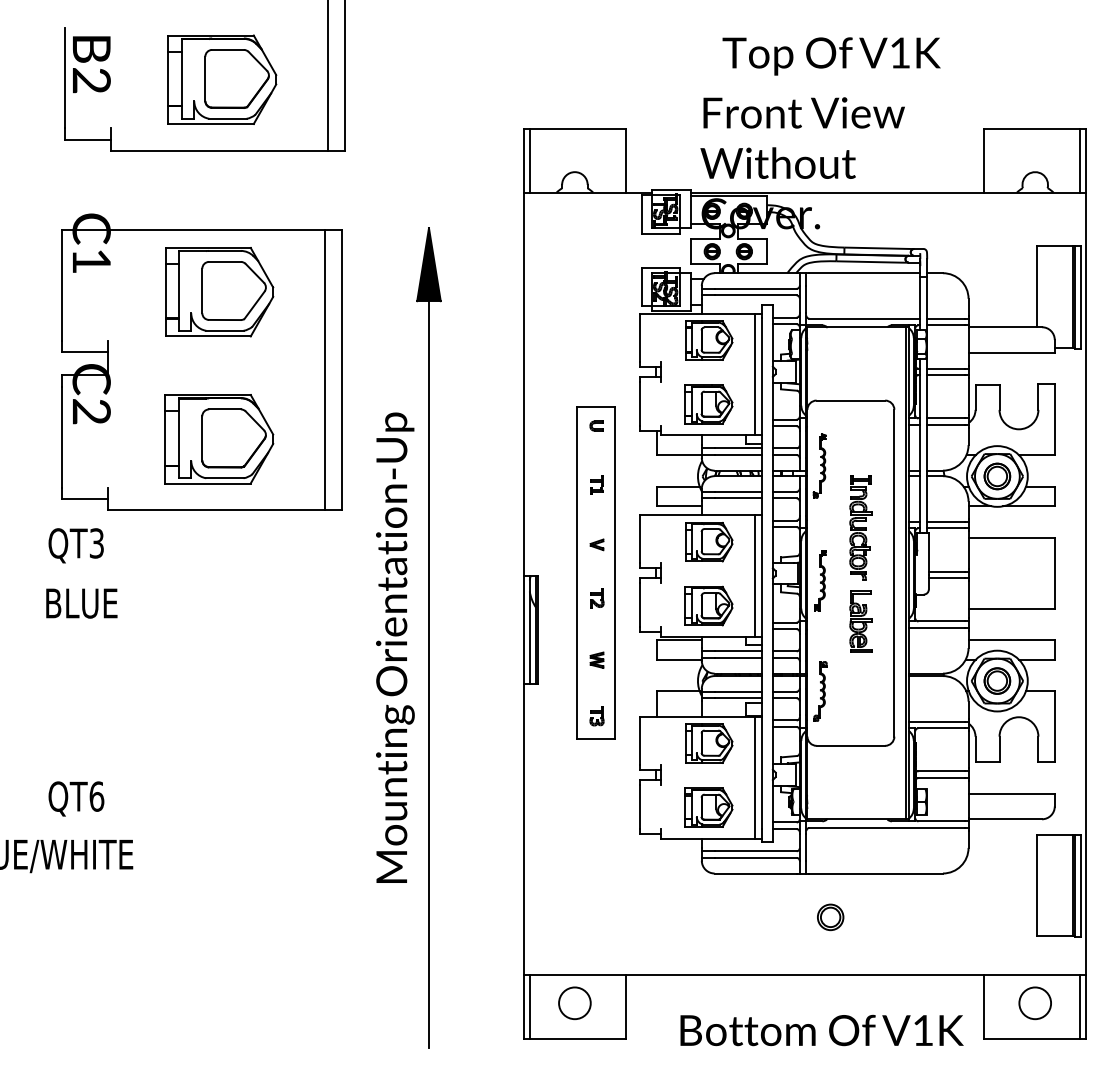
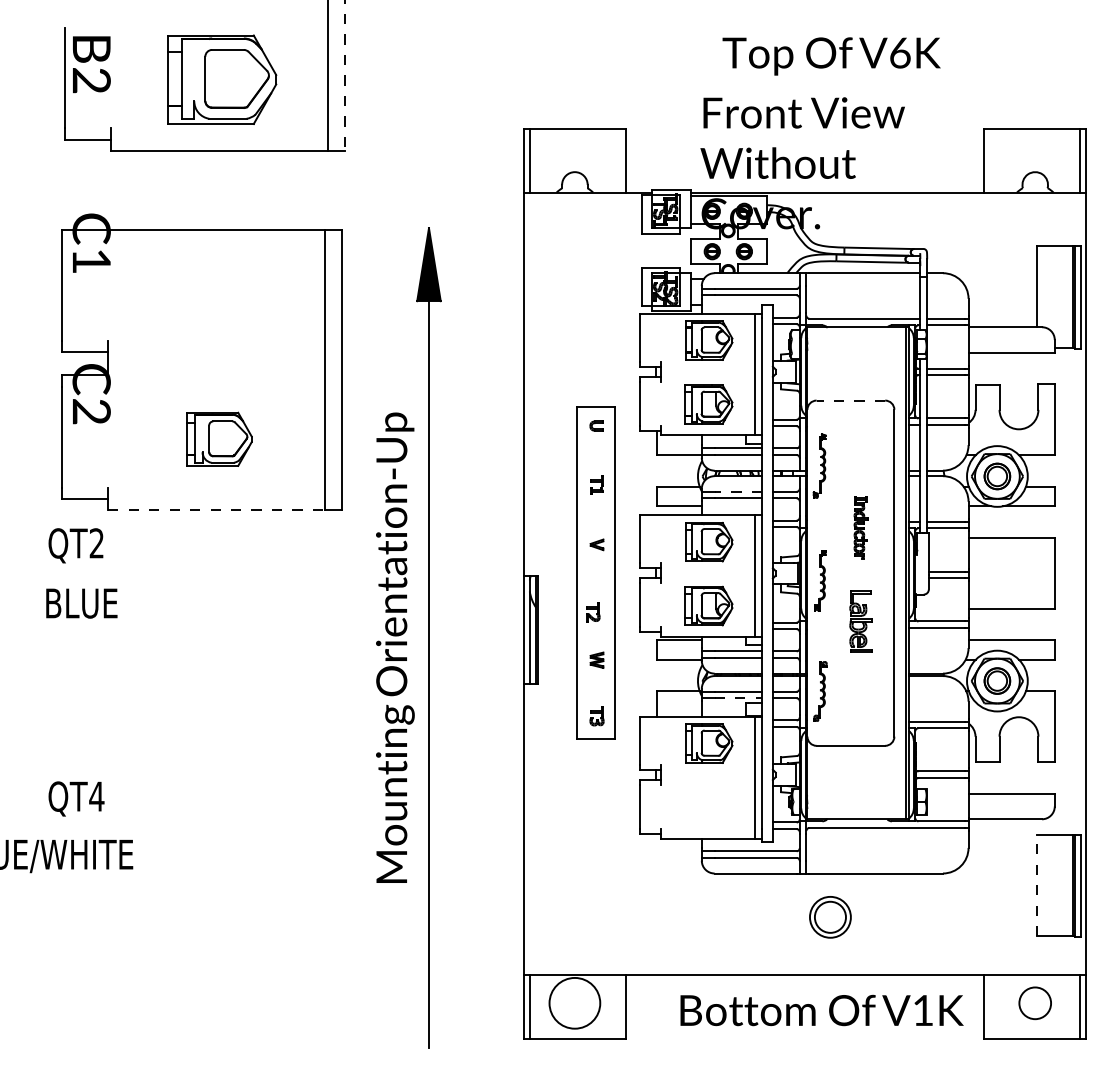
text at (900, 52): V1K -> V6K
line at (344, 75): solid -> dashed
part at (219, 292): present -> none
line at (850, 400): solid -> dashed
part at (219, 439) size: 111x91 px -> 67x56 px
line at (738, 491): solid -> dashed
line at (217, 510): solid -> dashed
part at (860, 527) size: 24x106 px -> 16x64 px
text at (96, 543): QT3 -> QT2
part at (597, 598) position: (597, 598) -> (593, 612)
line at (738, 698): solid -> dashed
text at (96, 796): QT6 -> QT4
part at (708, 807): present -> none
line at (1036, 885): solid -> dashed
part at (830, 917) size: 28x29 px -> 43x43 px
circle at (574, 1003) diameter: 32 px -> 51 px
text at (821, 1030) position: (821, 1030) -> (821, 1010)
